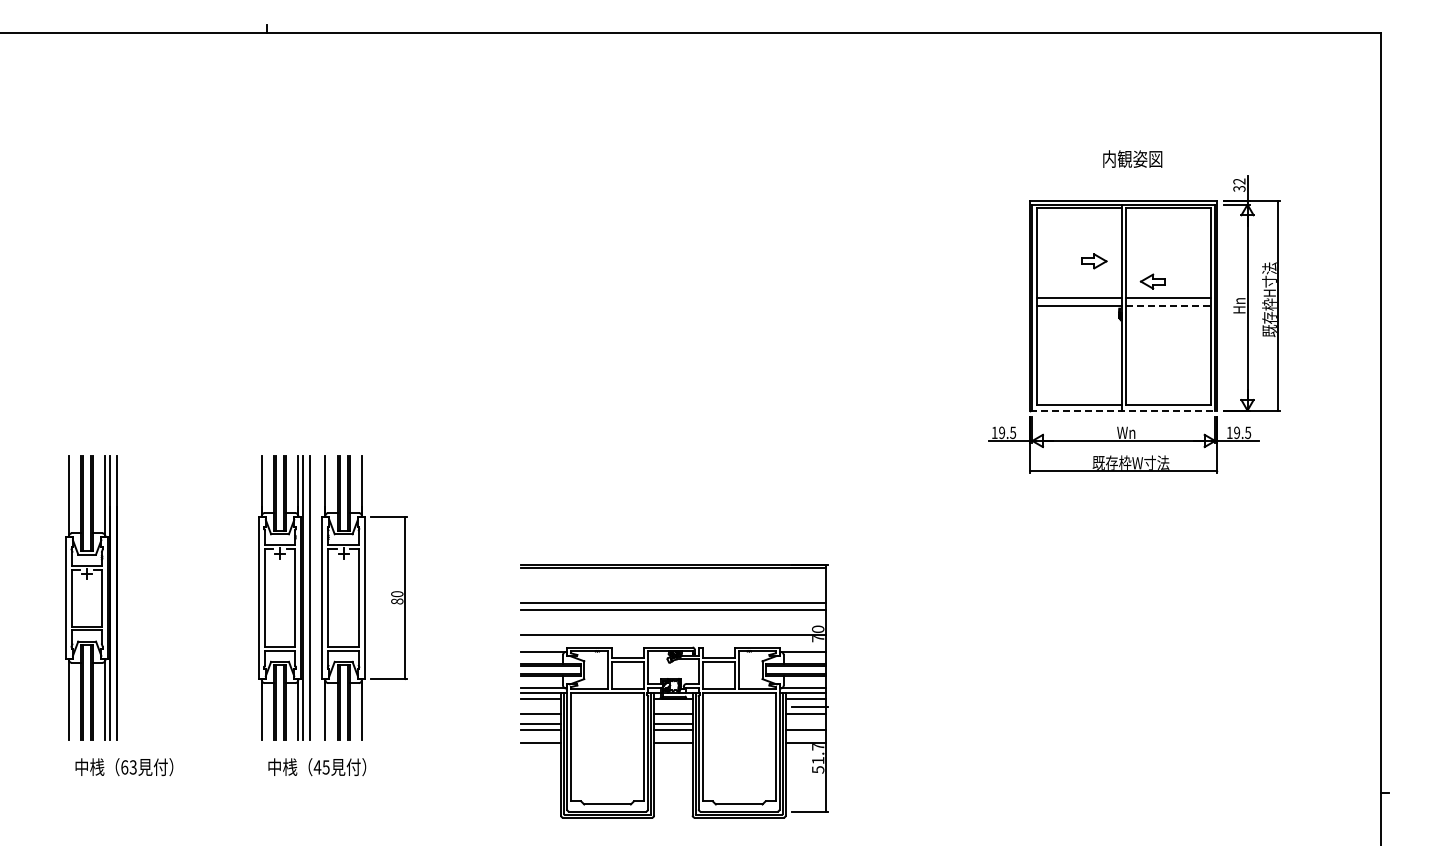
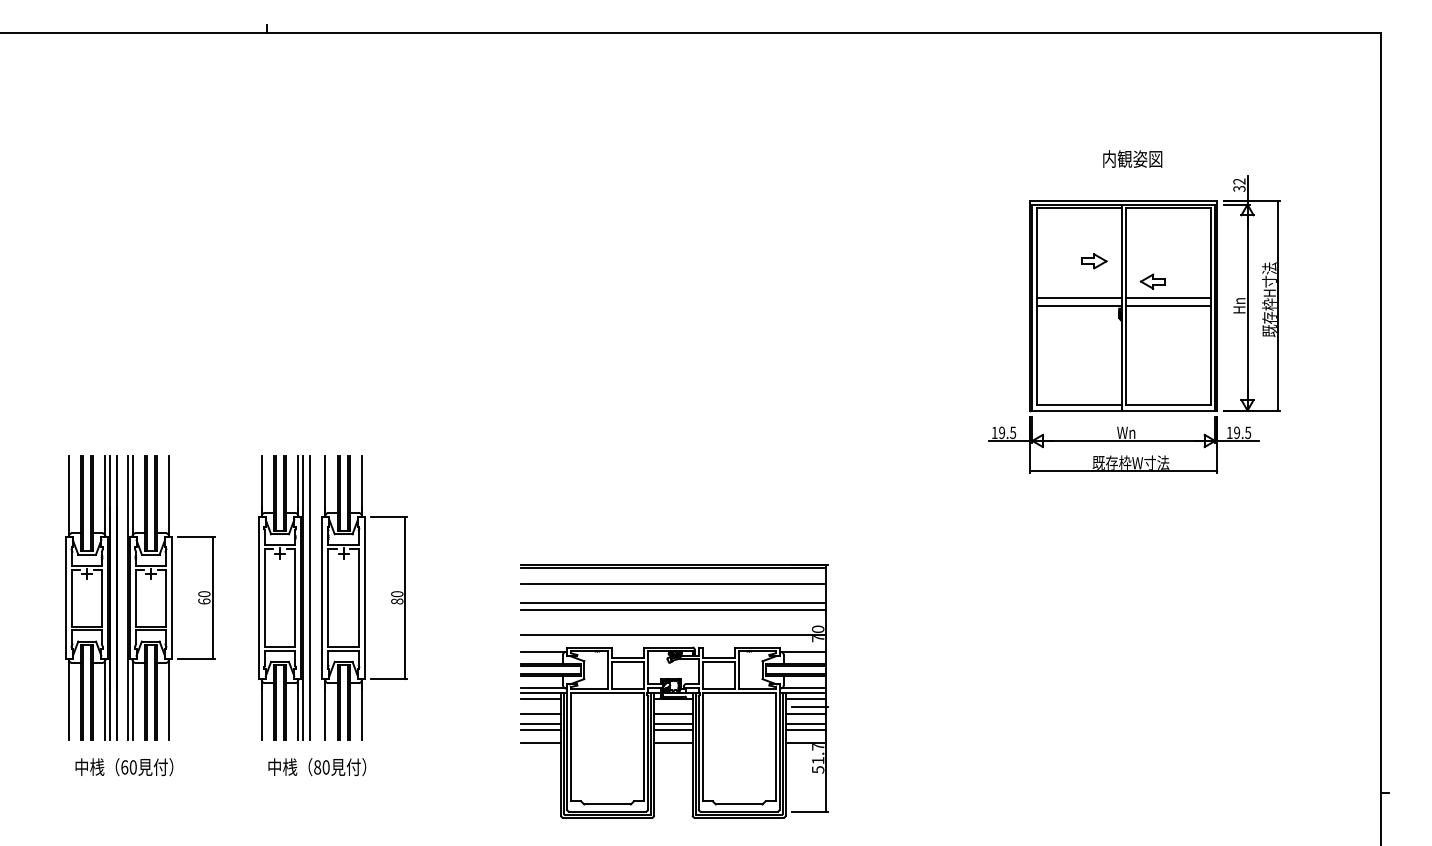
line at (1168, 305): dashed -> solid
line at (1124, 410): dashed -> solid
line at (673, 583): none -> present
part at (171, 597): none -> present
line at (805, 724): none -> present
text at (132, 767): 63 -> 60
text at (321, 767): 45 -> 80
